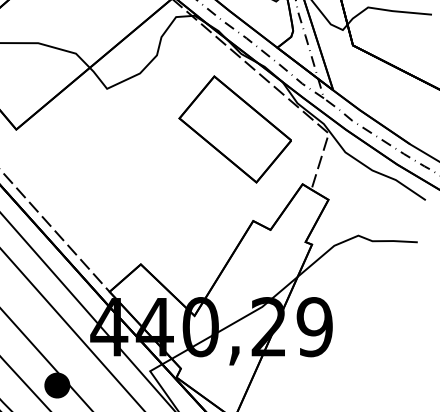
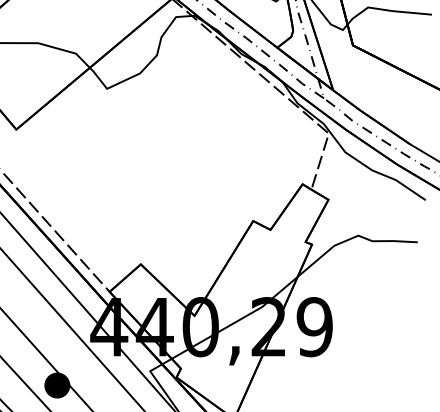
part at (234, 129): present -> none
